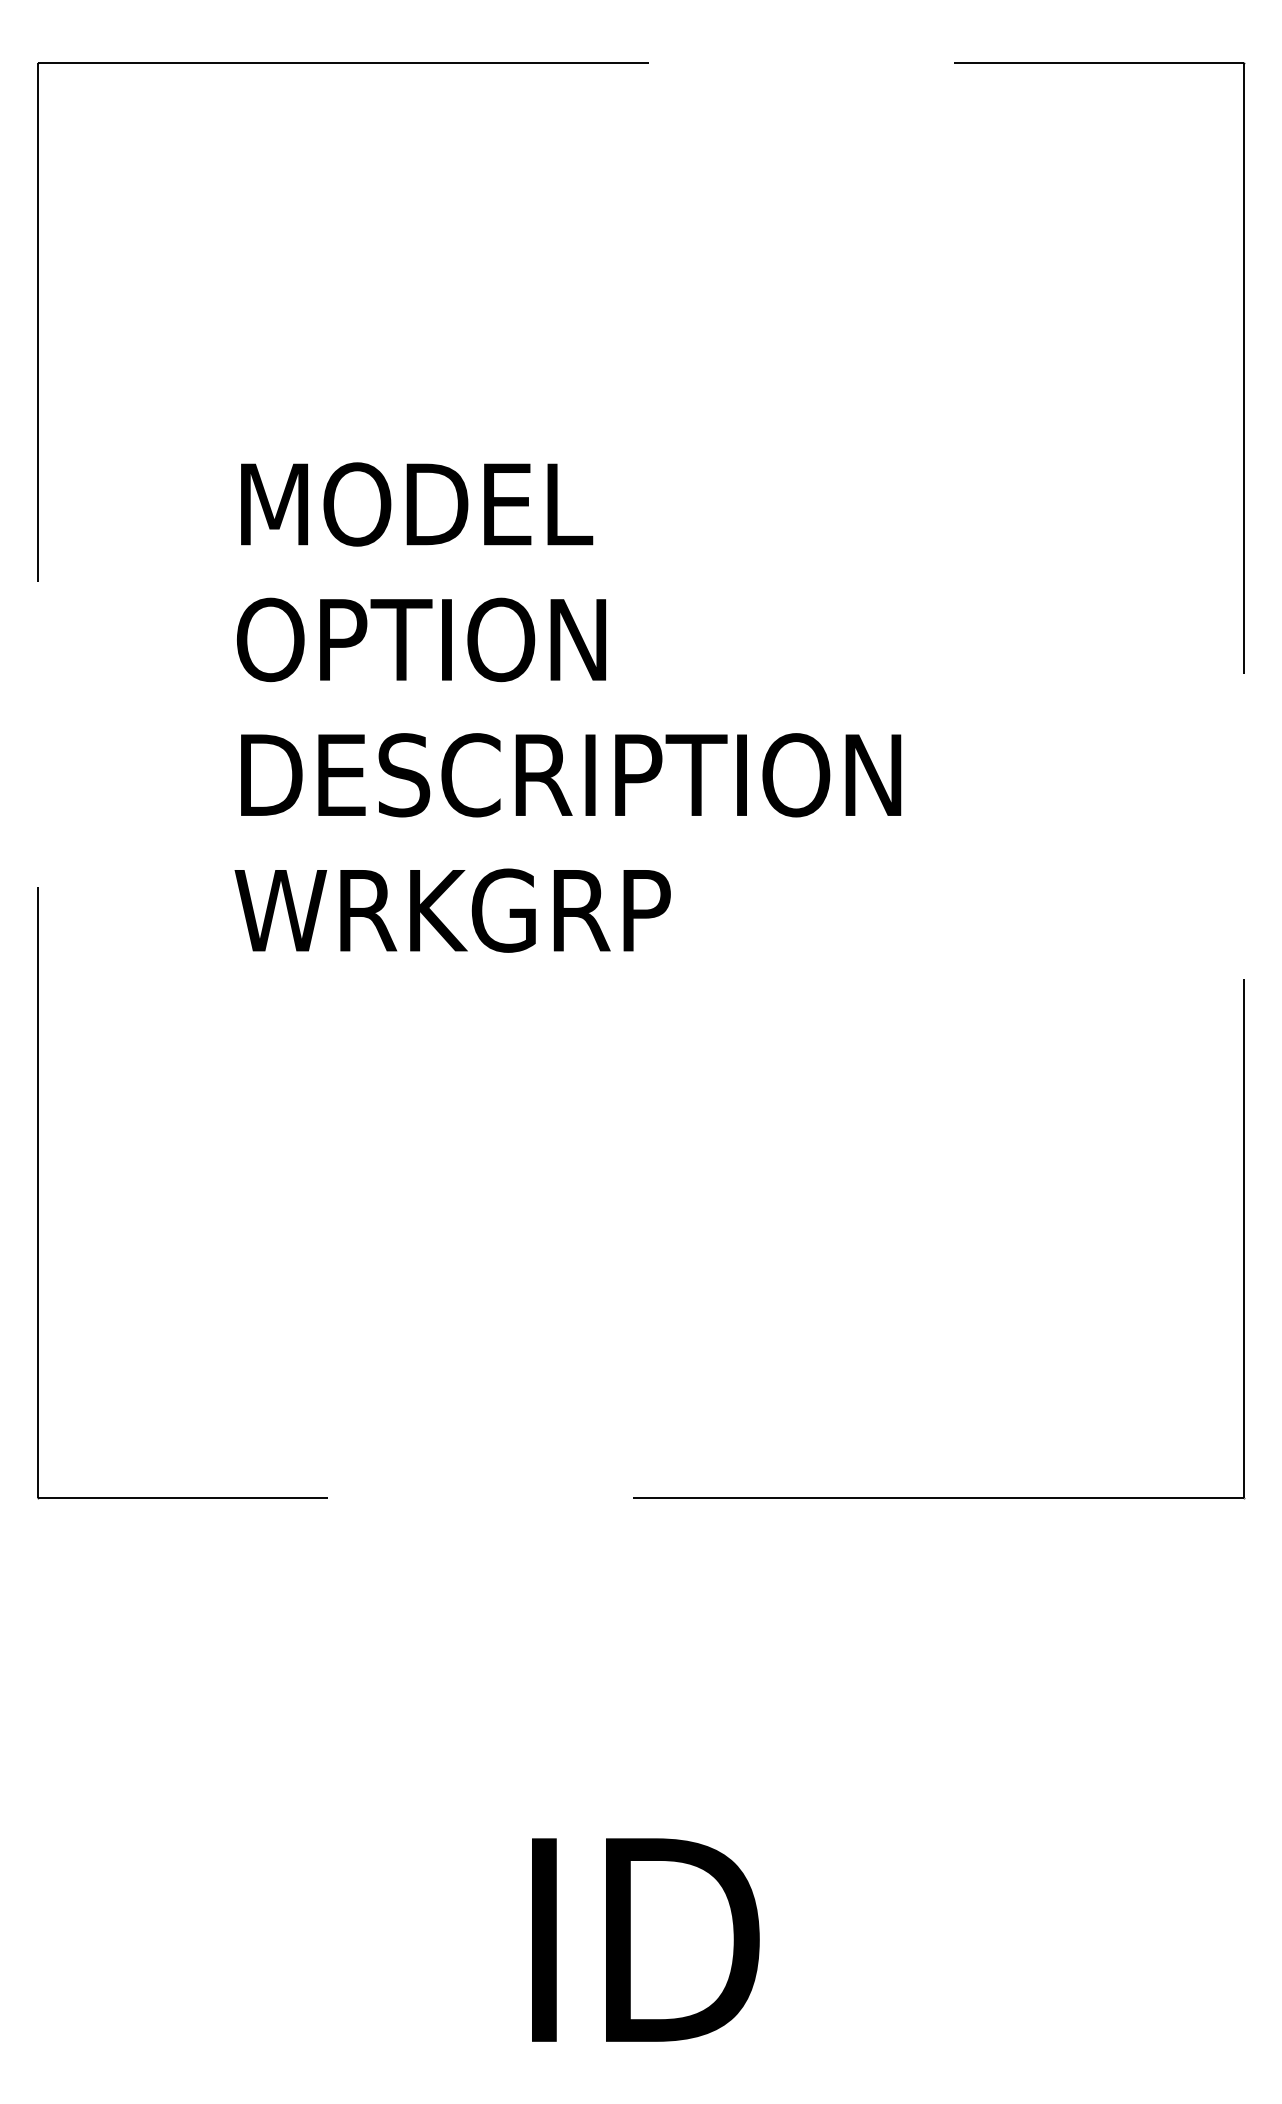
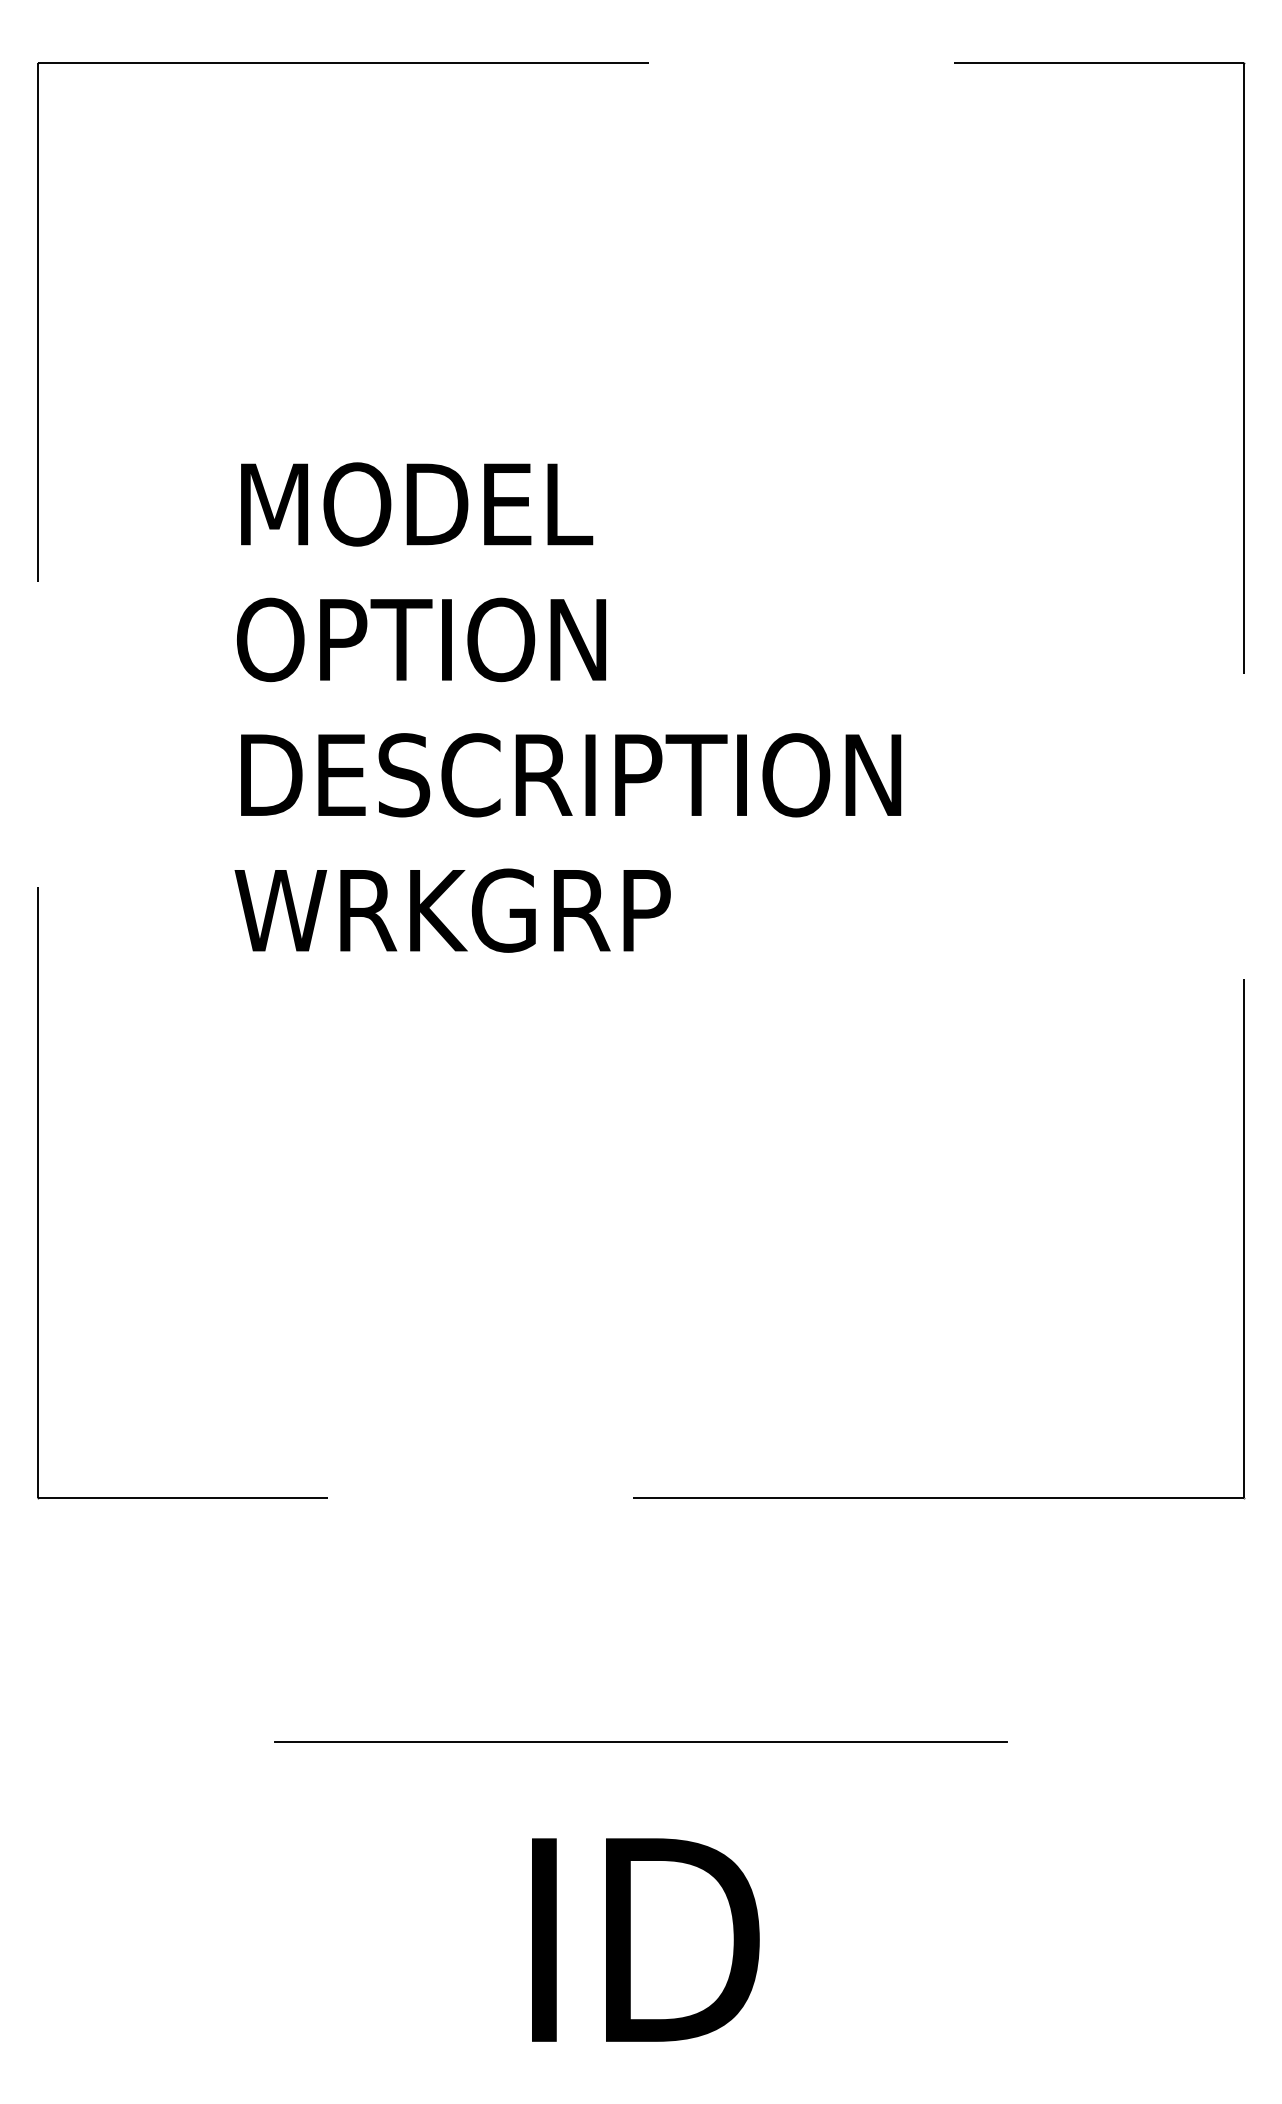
line at (640, 1741): none -> present
